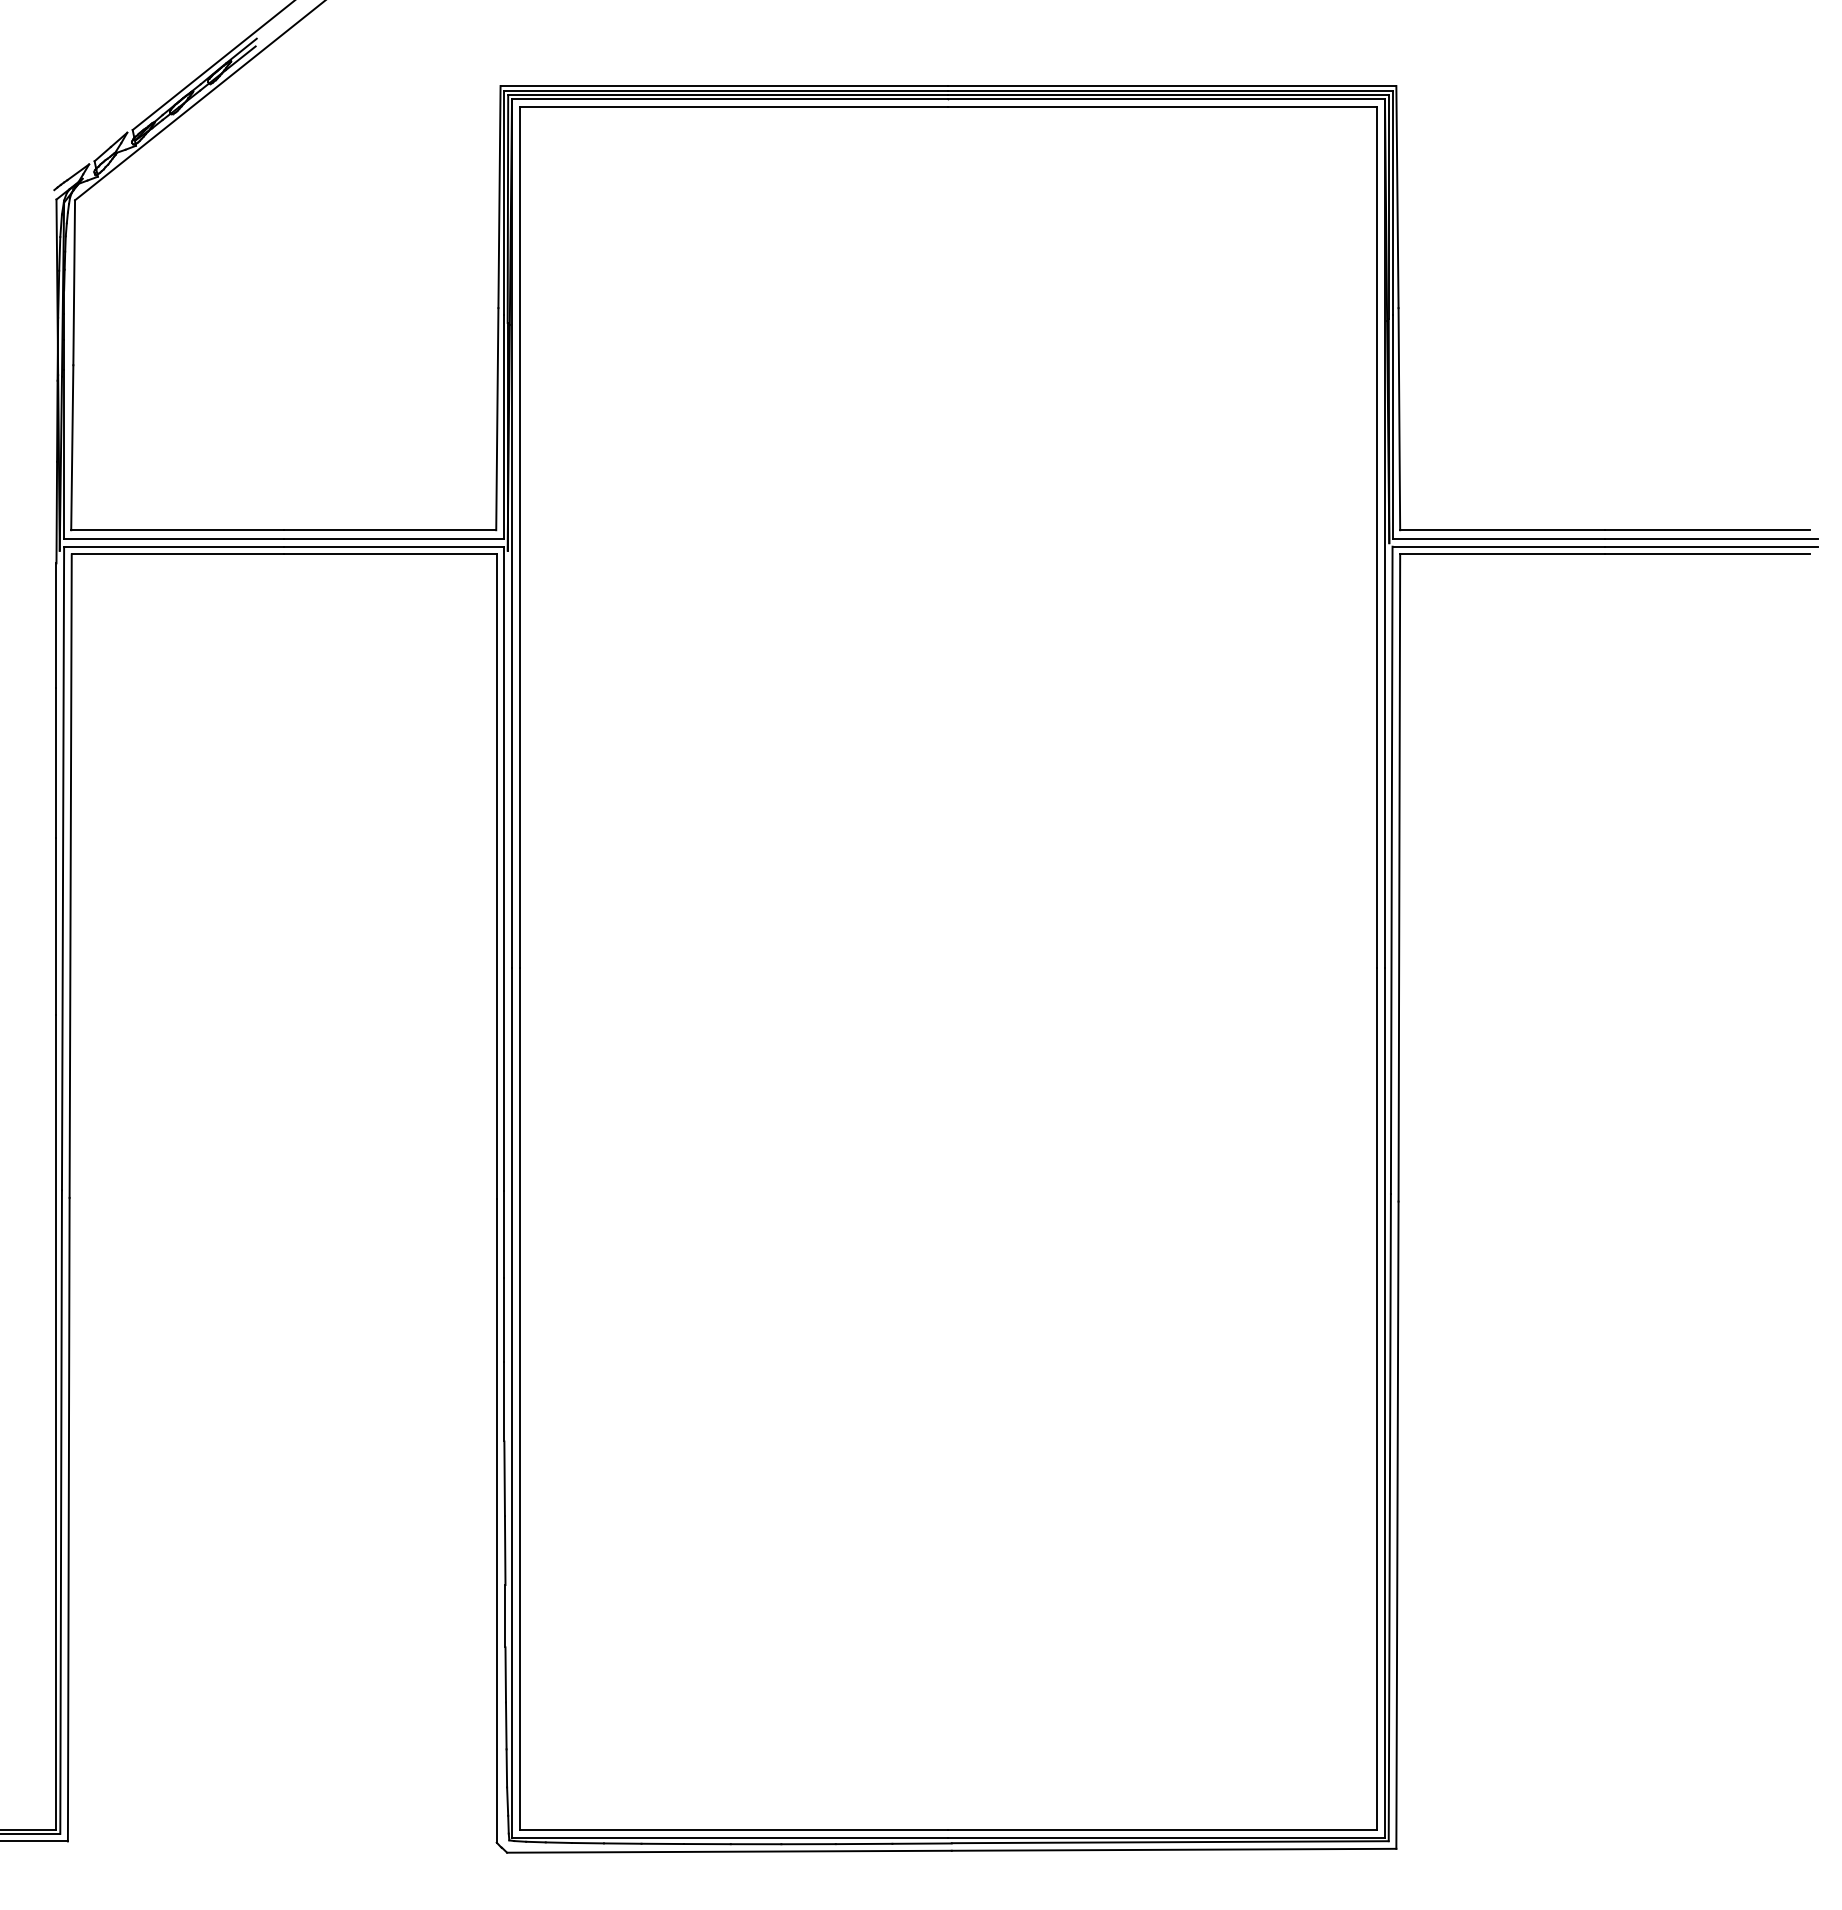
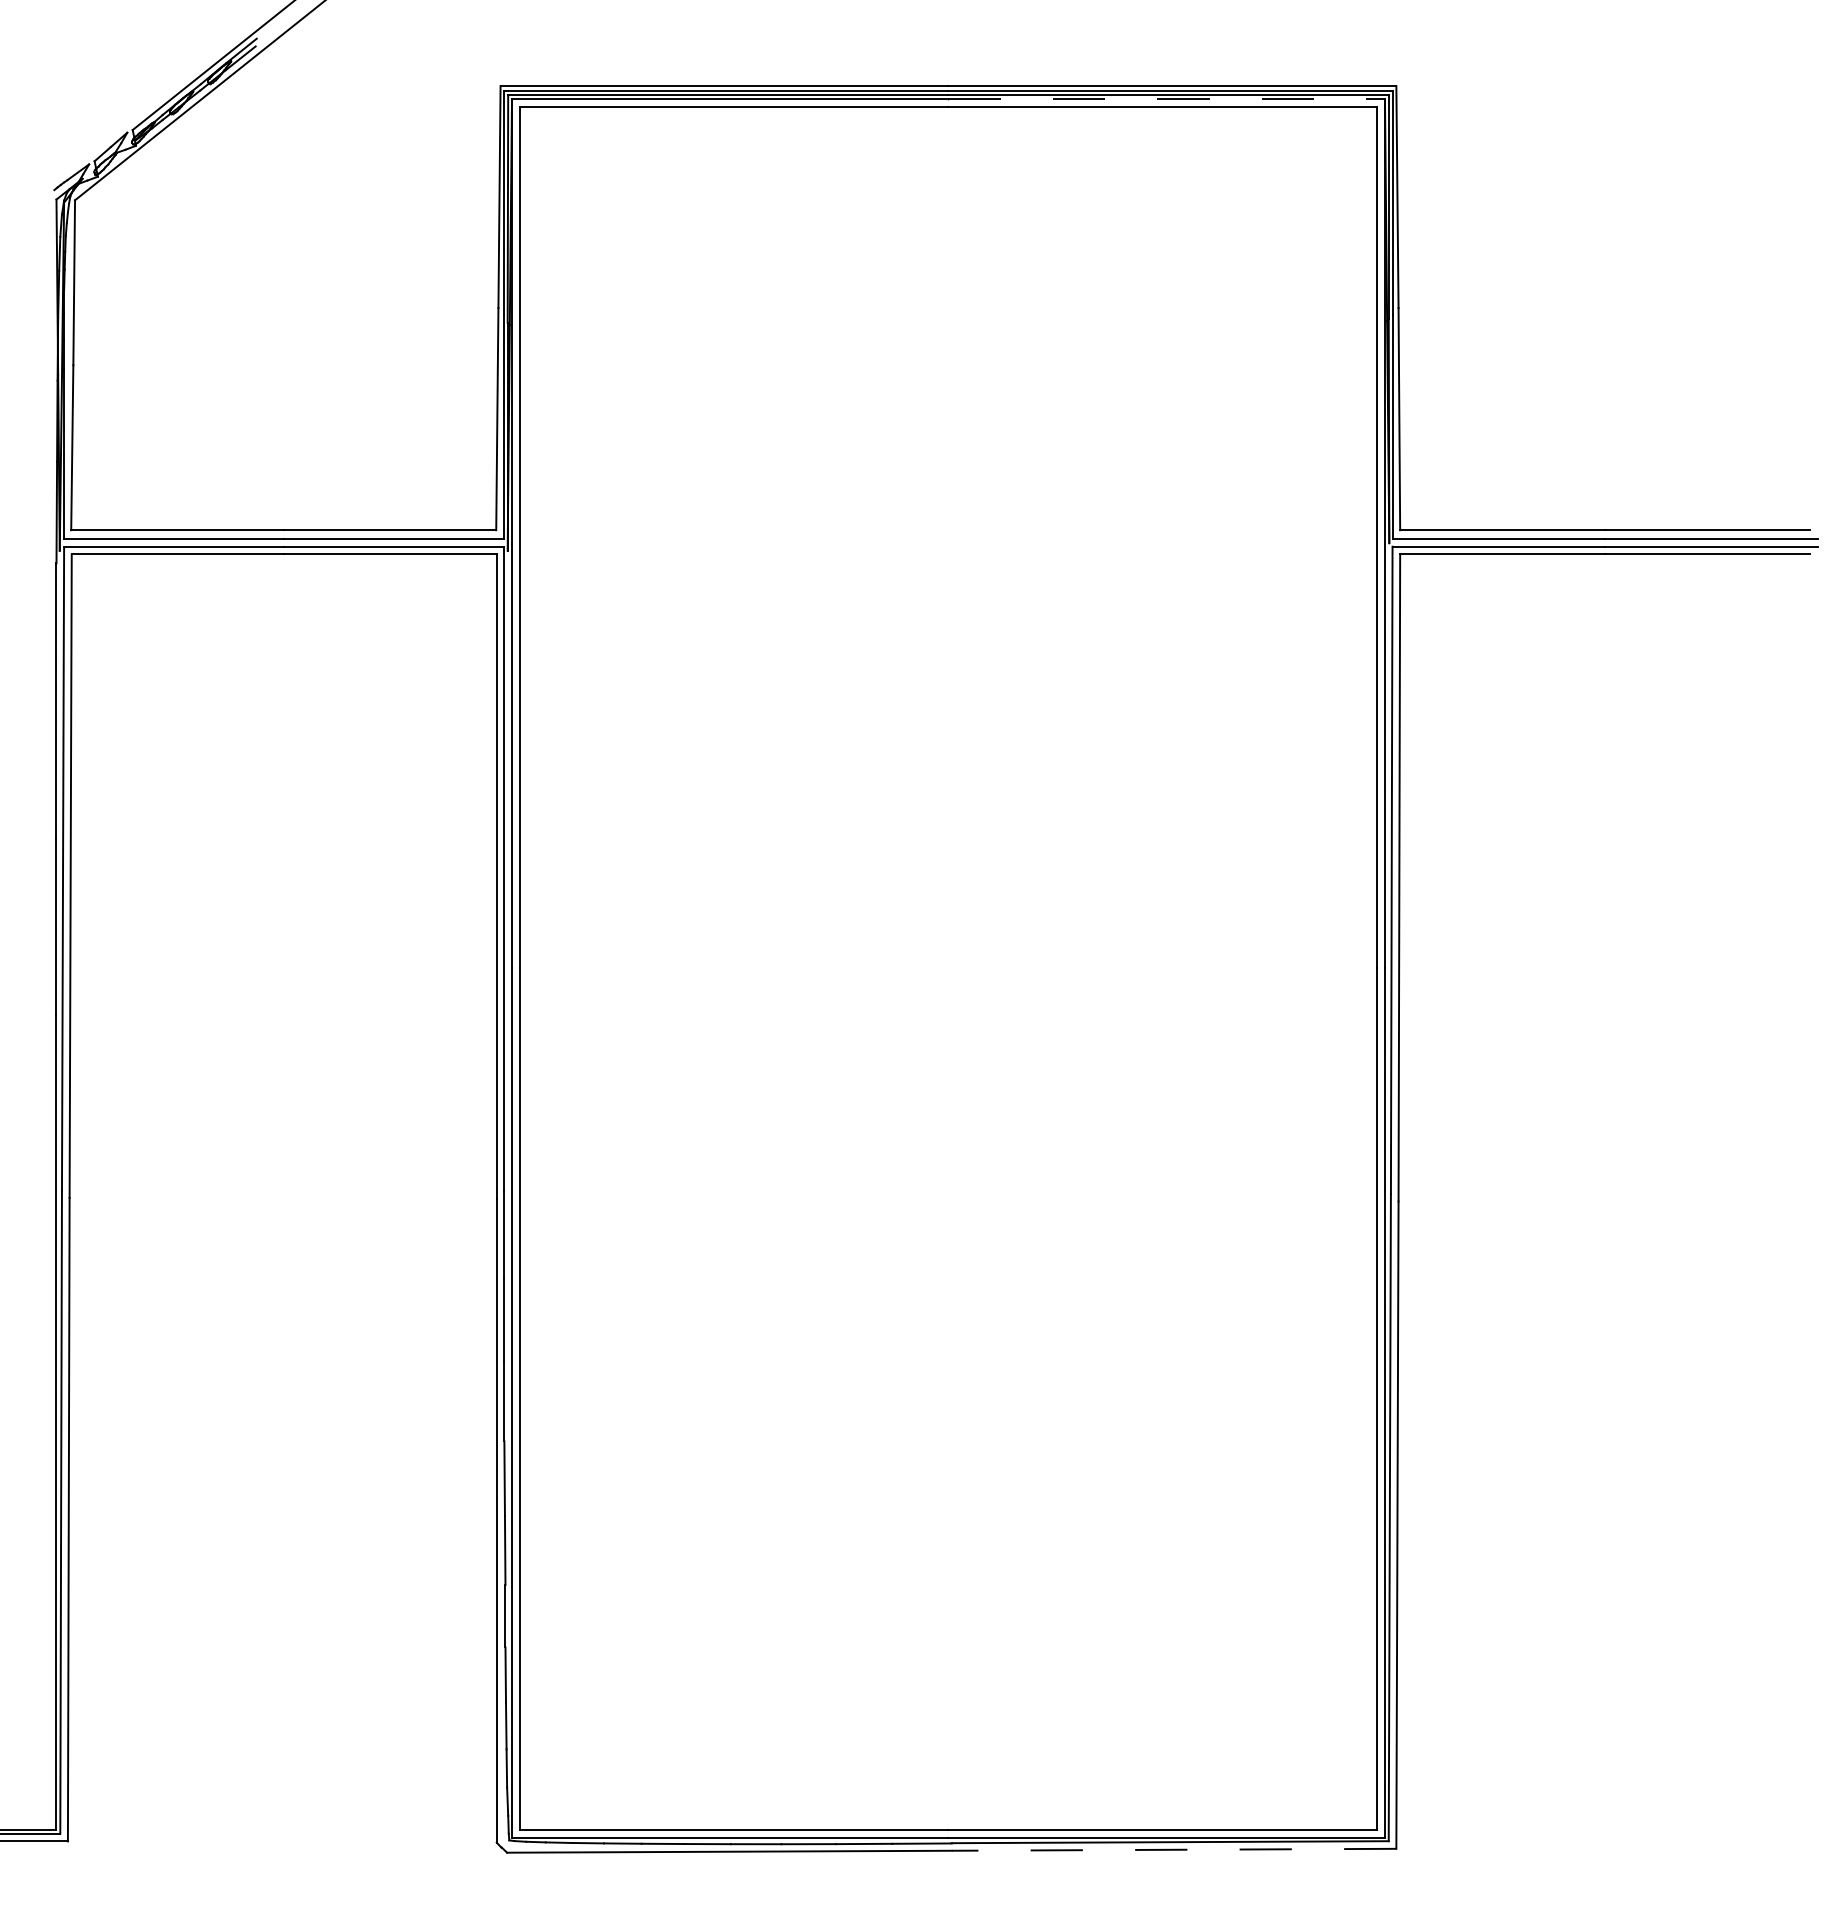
line at (1167, 99): solid -> dashed
line at (1173, 1849): solid -> dashed
